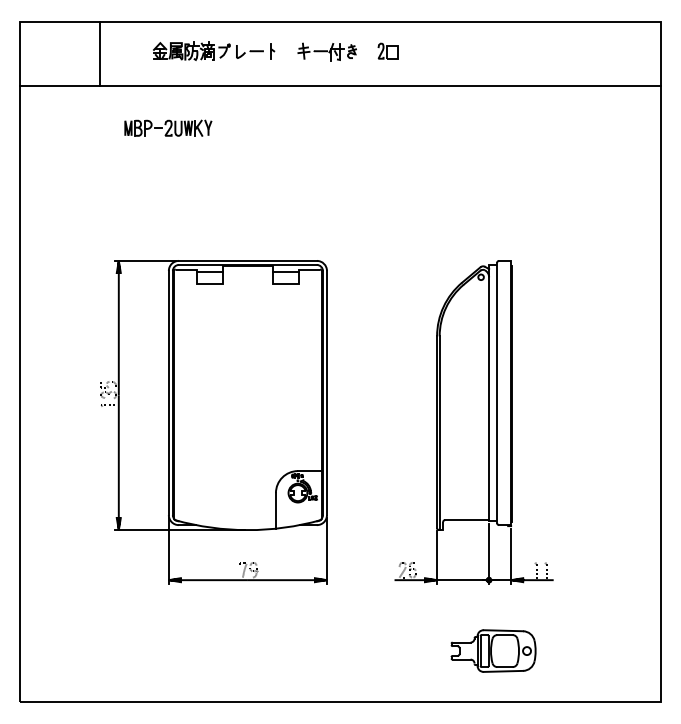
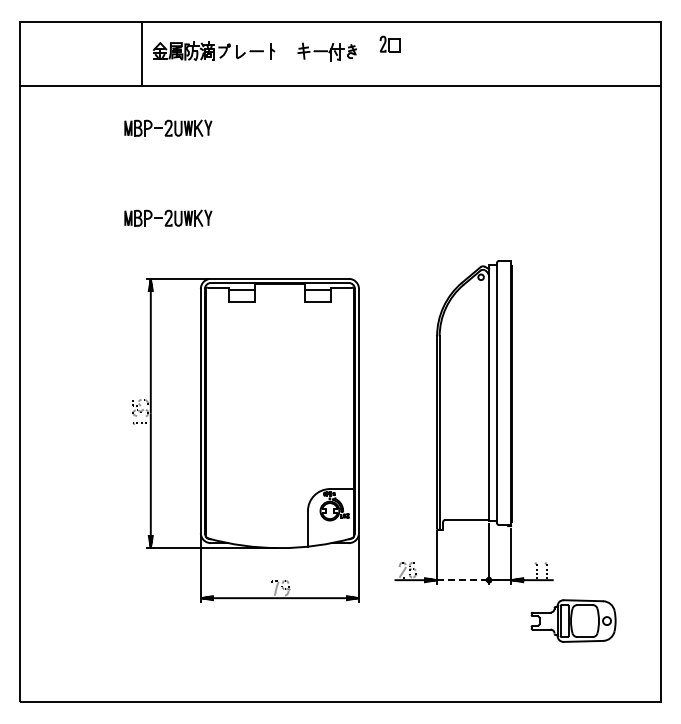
part at (387, 50) position: (387, 50) -> (389, 43)
line at (100, 53) position: (100, 53) -> (142, 53)
part at (168, 217): none -> present
part at (213, 422) position: (213, 422) -> (245, 440)
line at (463, 580): solid -> dashed
part at (493, 650) position: (493, 650) -> (573, 620)
